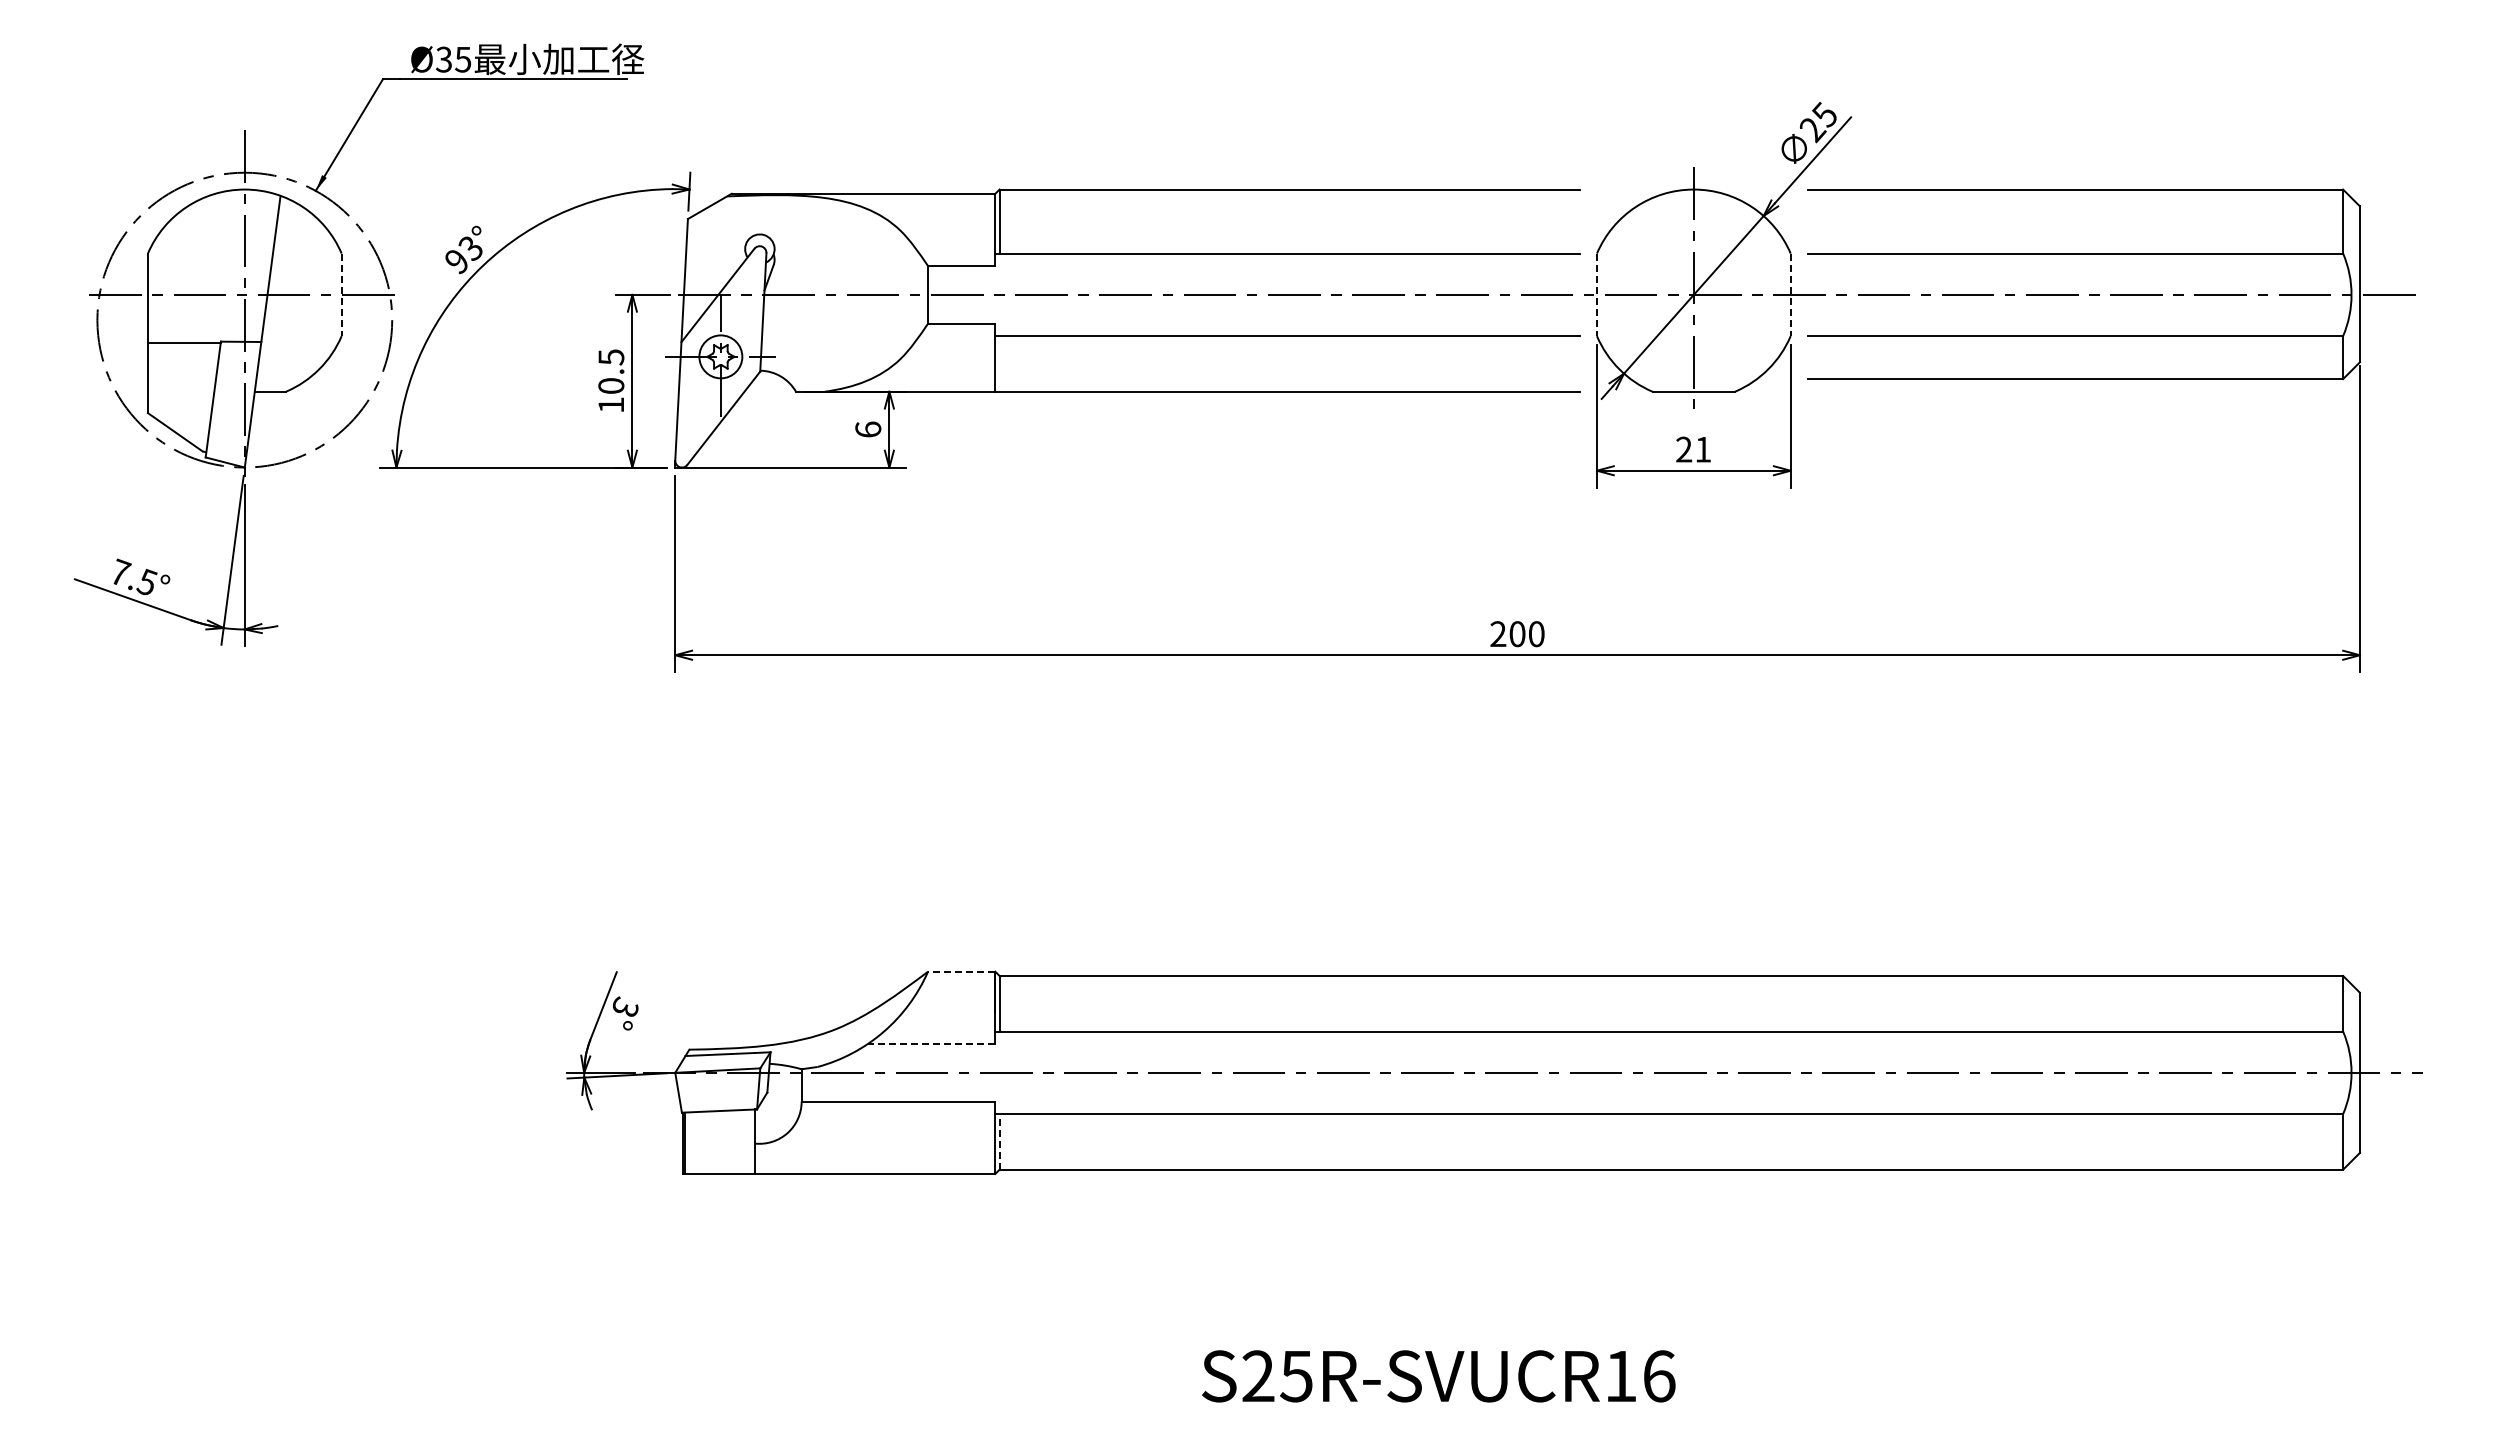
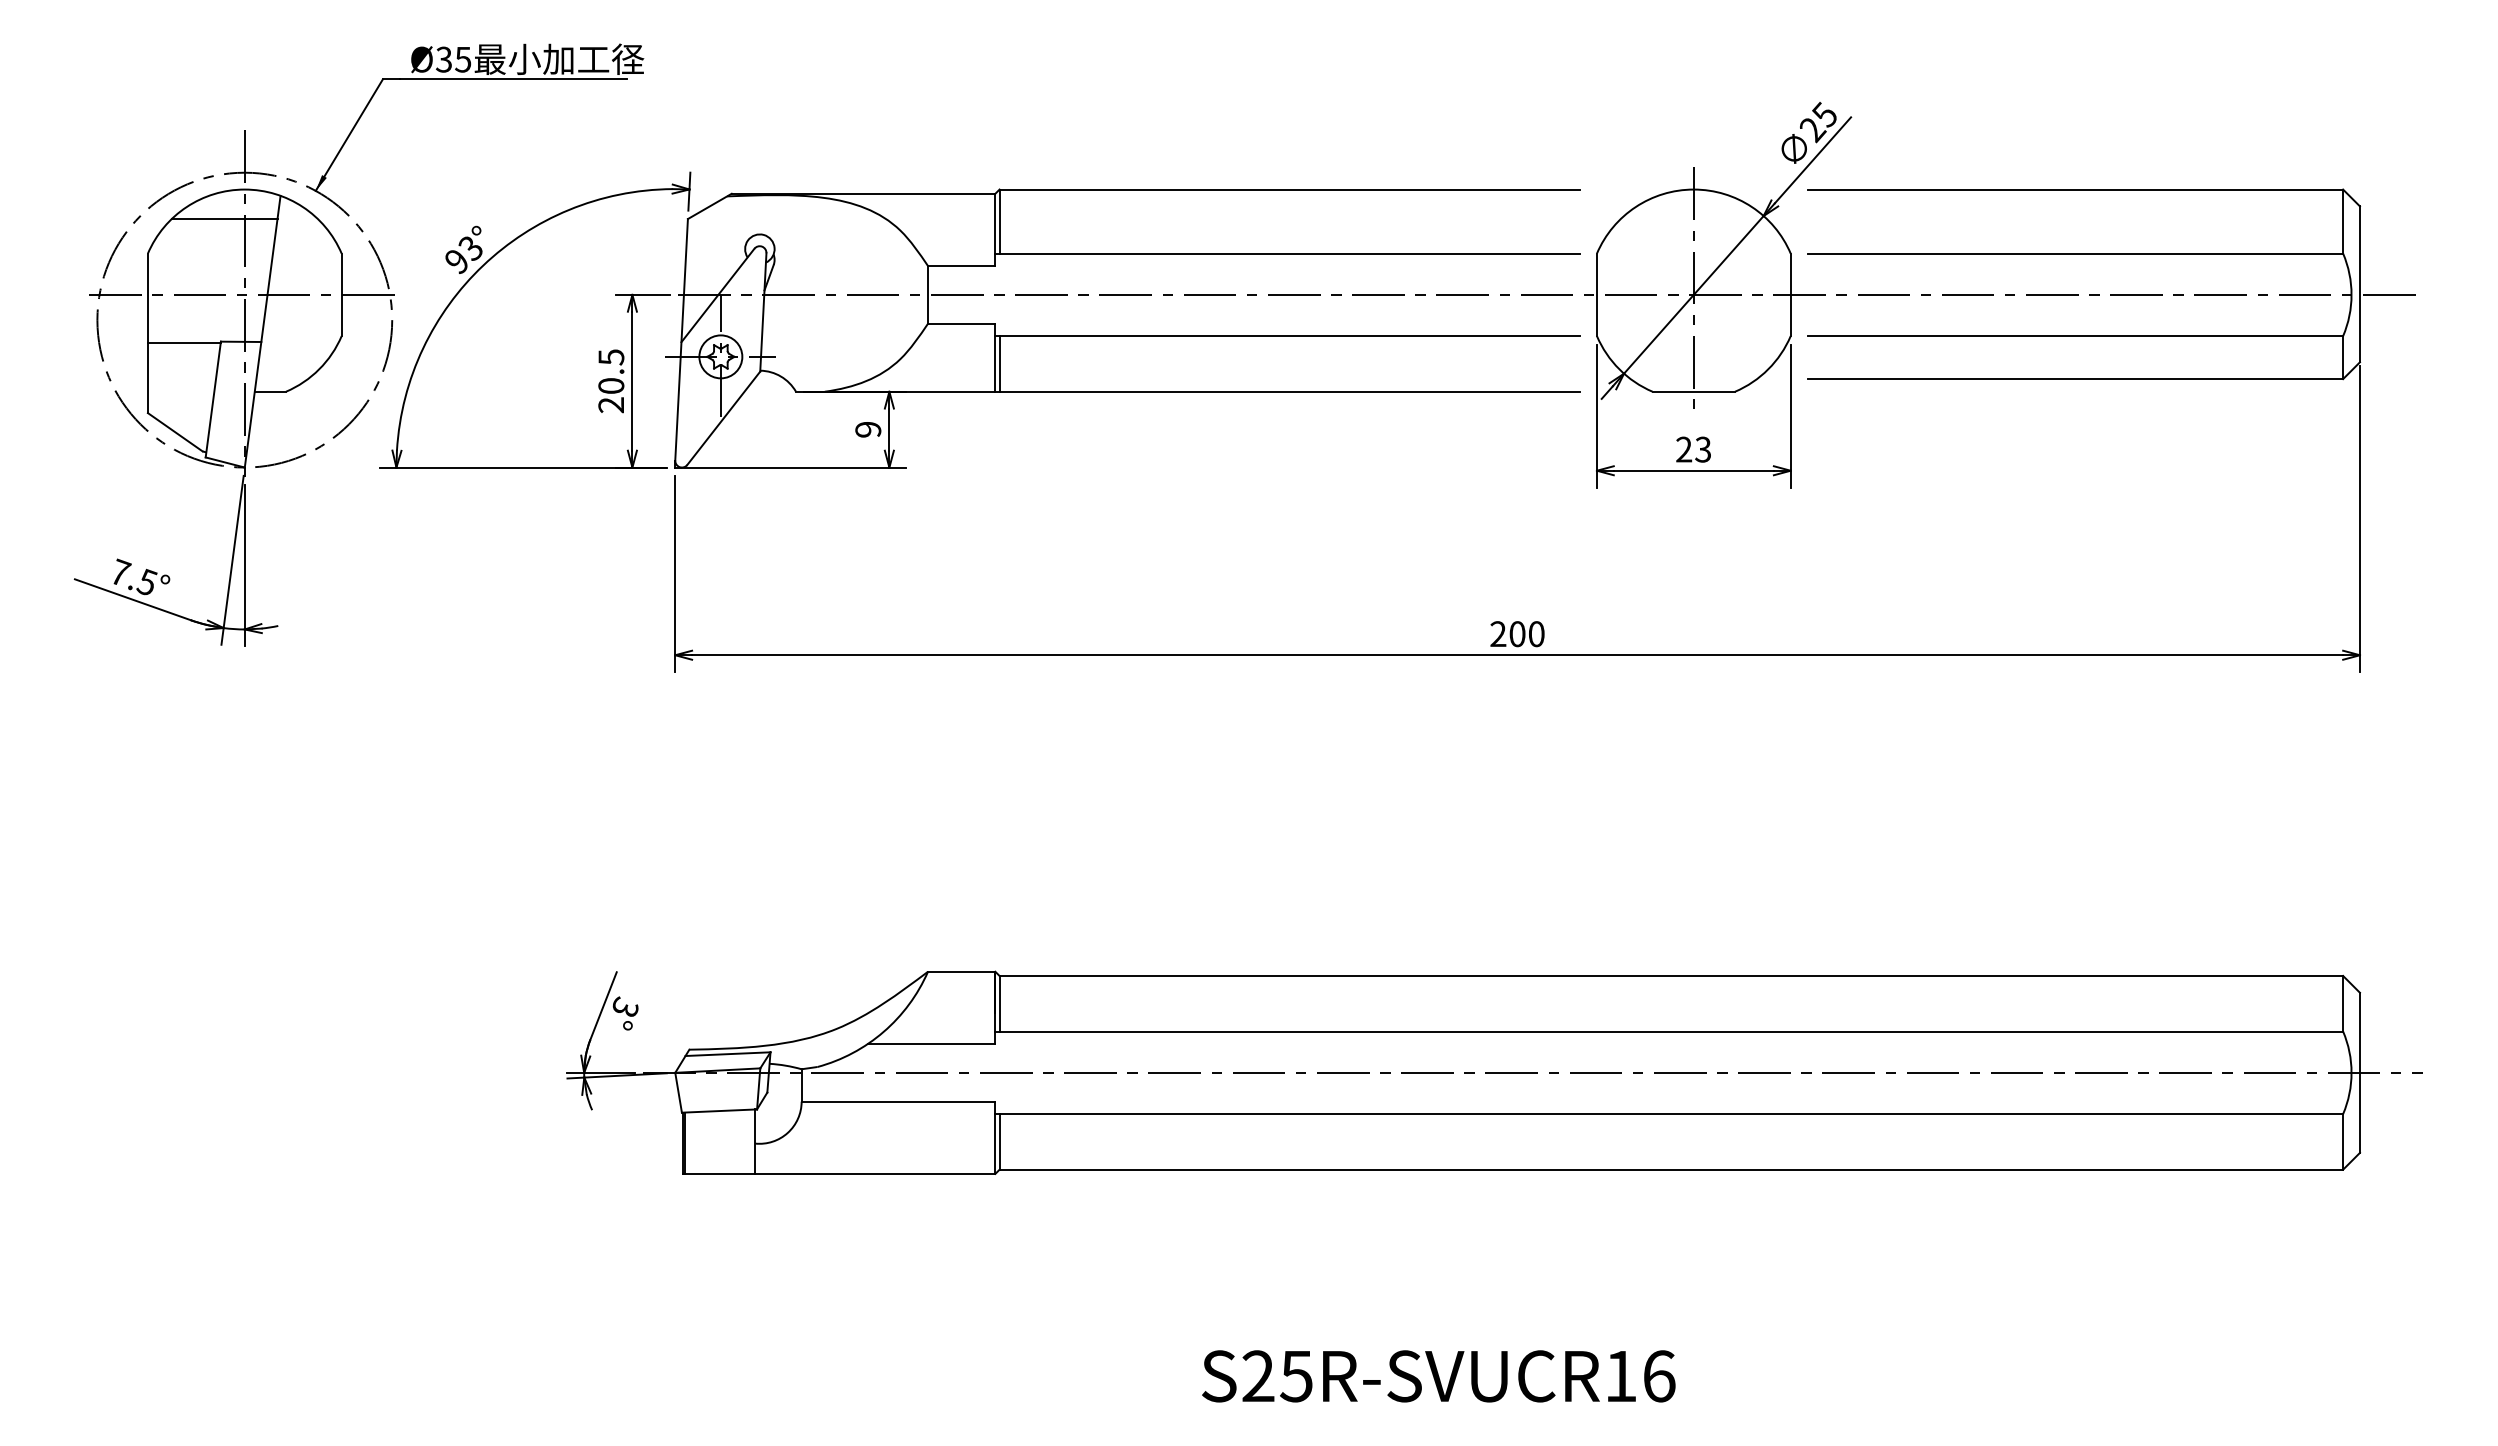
line at (224, 219): none -> present
line at (341, 295): dashed -> solid
line at (1596, 295): dashed -> solid
line at (1790, 295): dashed -> solid
line at (999, 363): none -> present
text at (610, 405): 10.5 -> 20.5
text at (868, 429): 6 -> 9
text at (1702, 449): 21 -> 23
line at (961, 971): dashed -> solid
line at (931, 1043): dashed -> solid
line at (999, 1141): dashed -> solid
